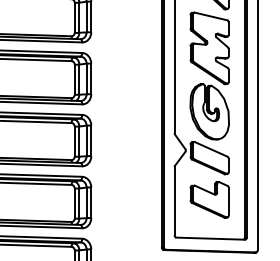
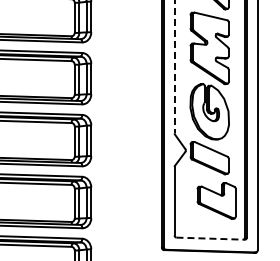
line at (174, 67): solid -> dashed
part at (209, 199) position: (209, 199) -> (216, 200)
line at (211, 238): solid -> dashed
